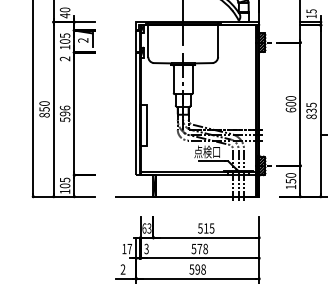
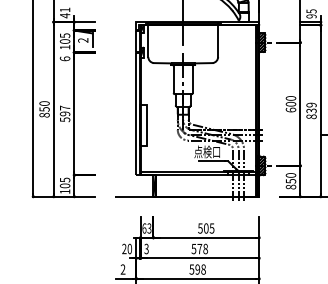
text at (64, 9): 40 -> 41
text at (311, 16): 15 -> 95
text at (64, 58): 2 -> 6
text at (311, 104): 835 -> 839
text at (64, 107): 596 -> 597
text at (290, 186): 150 -> 850
text at (206, 228): 515 -> 505
text at (127, 248): 17 -> 20
